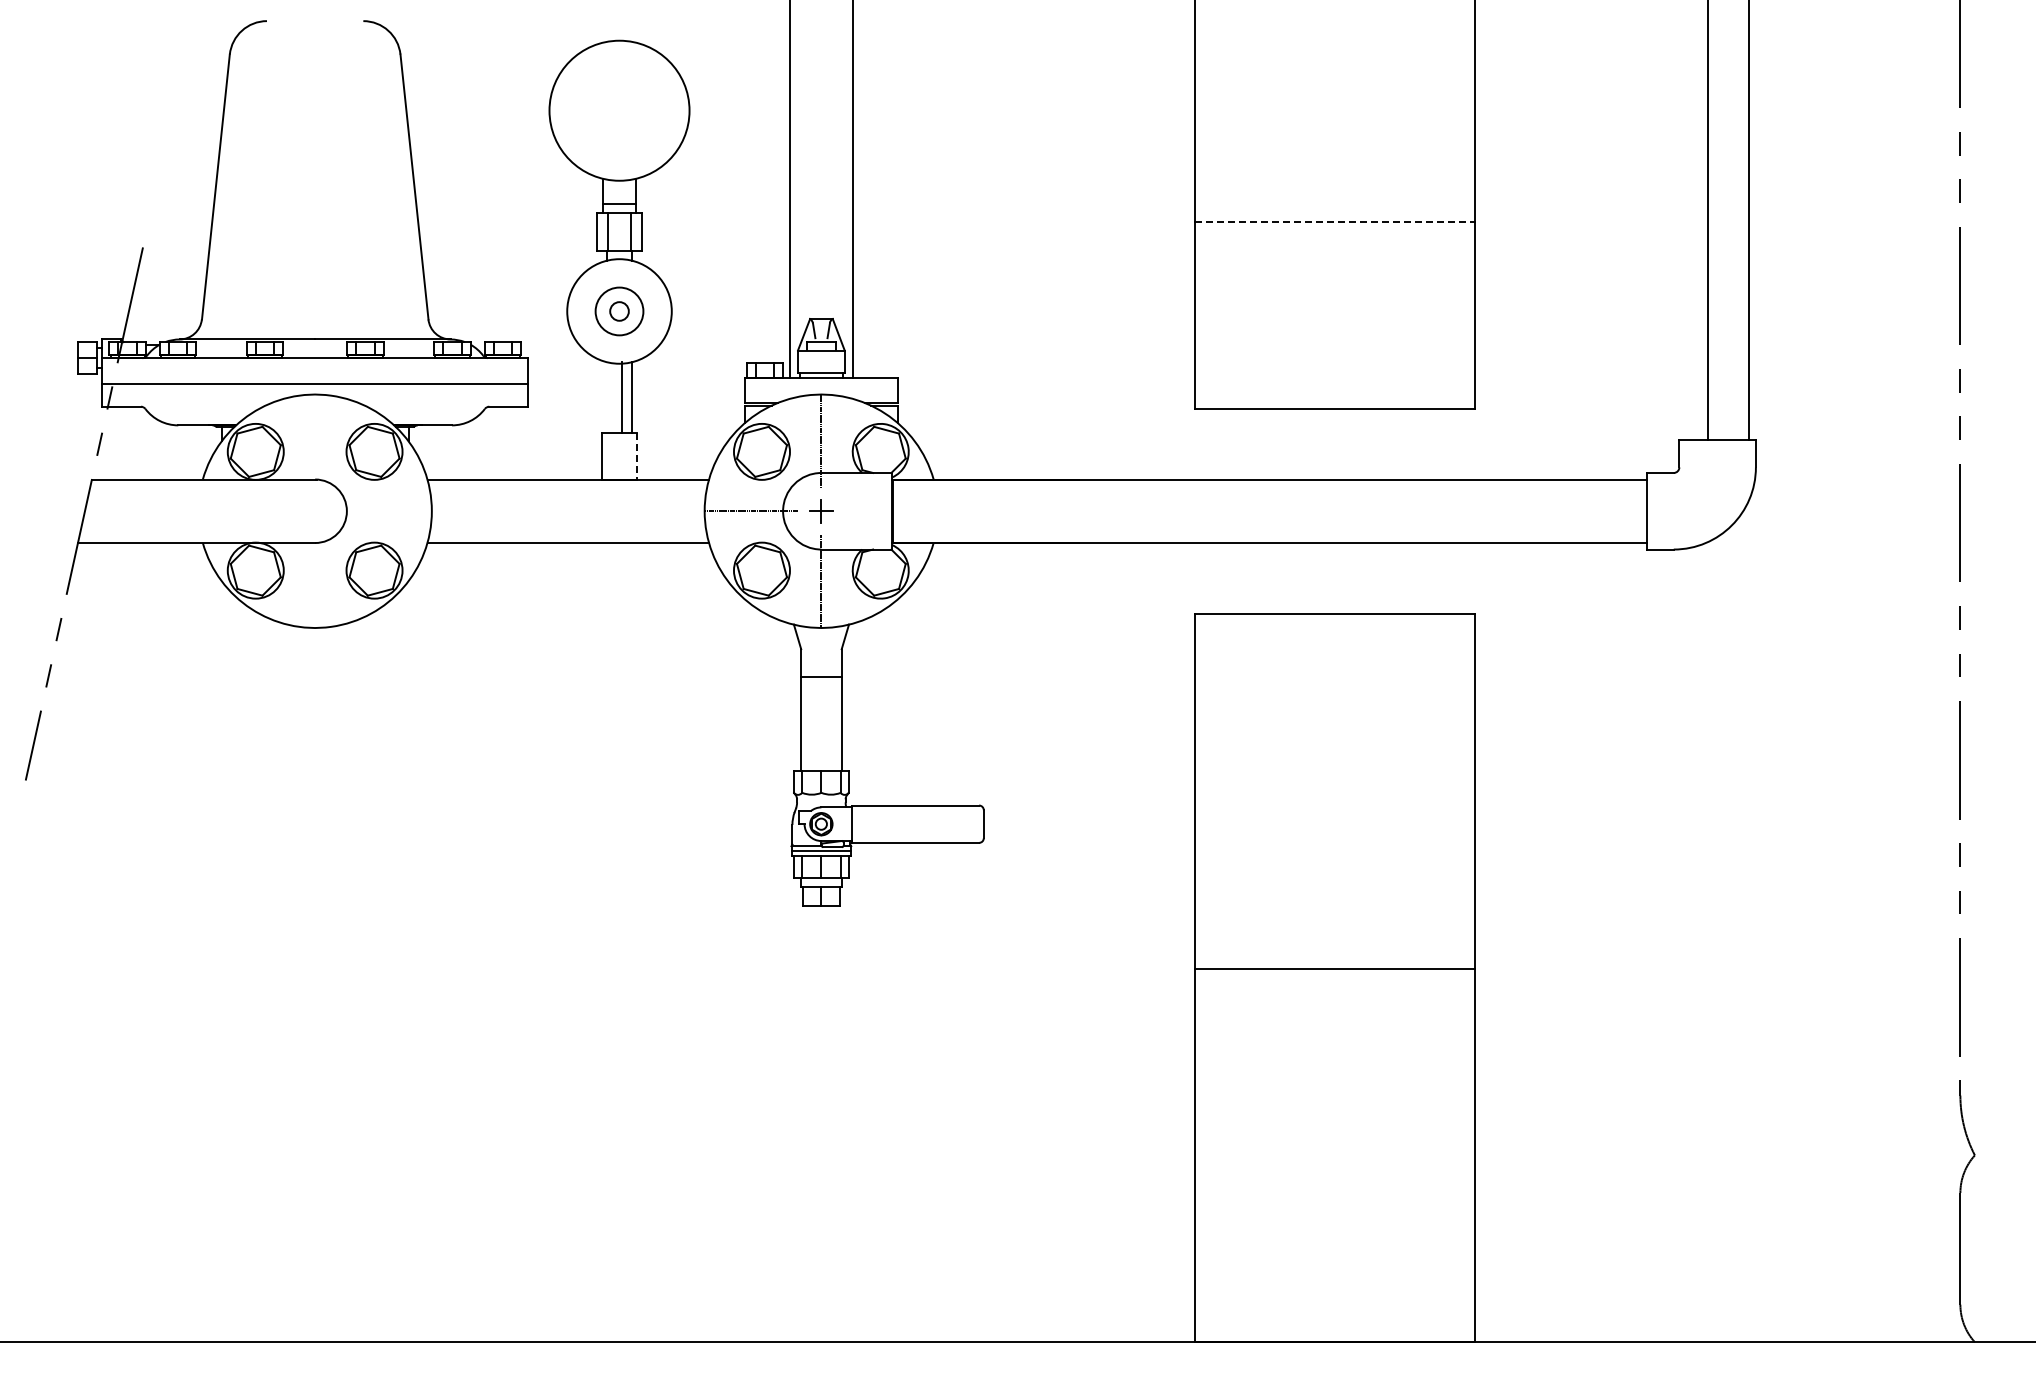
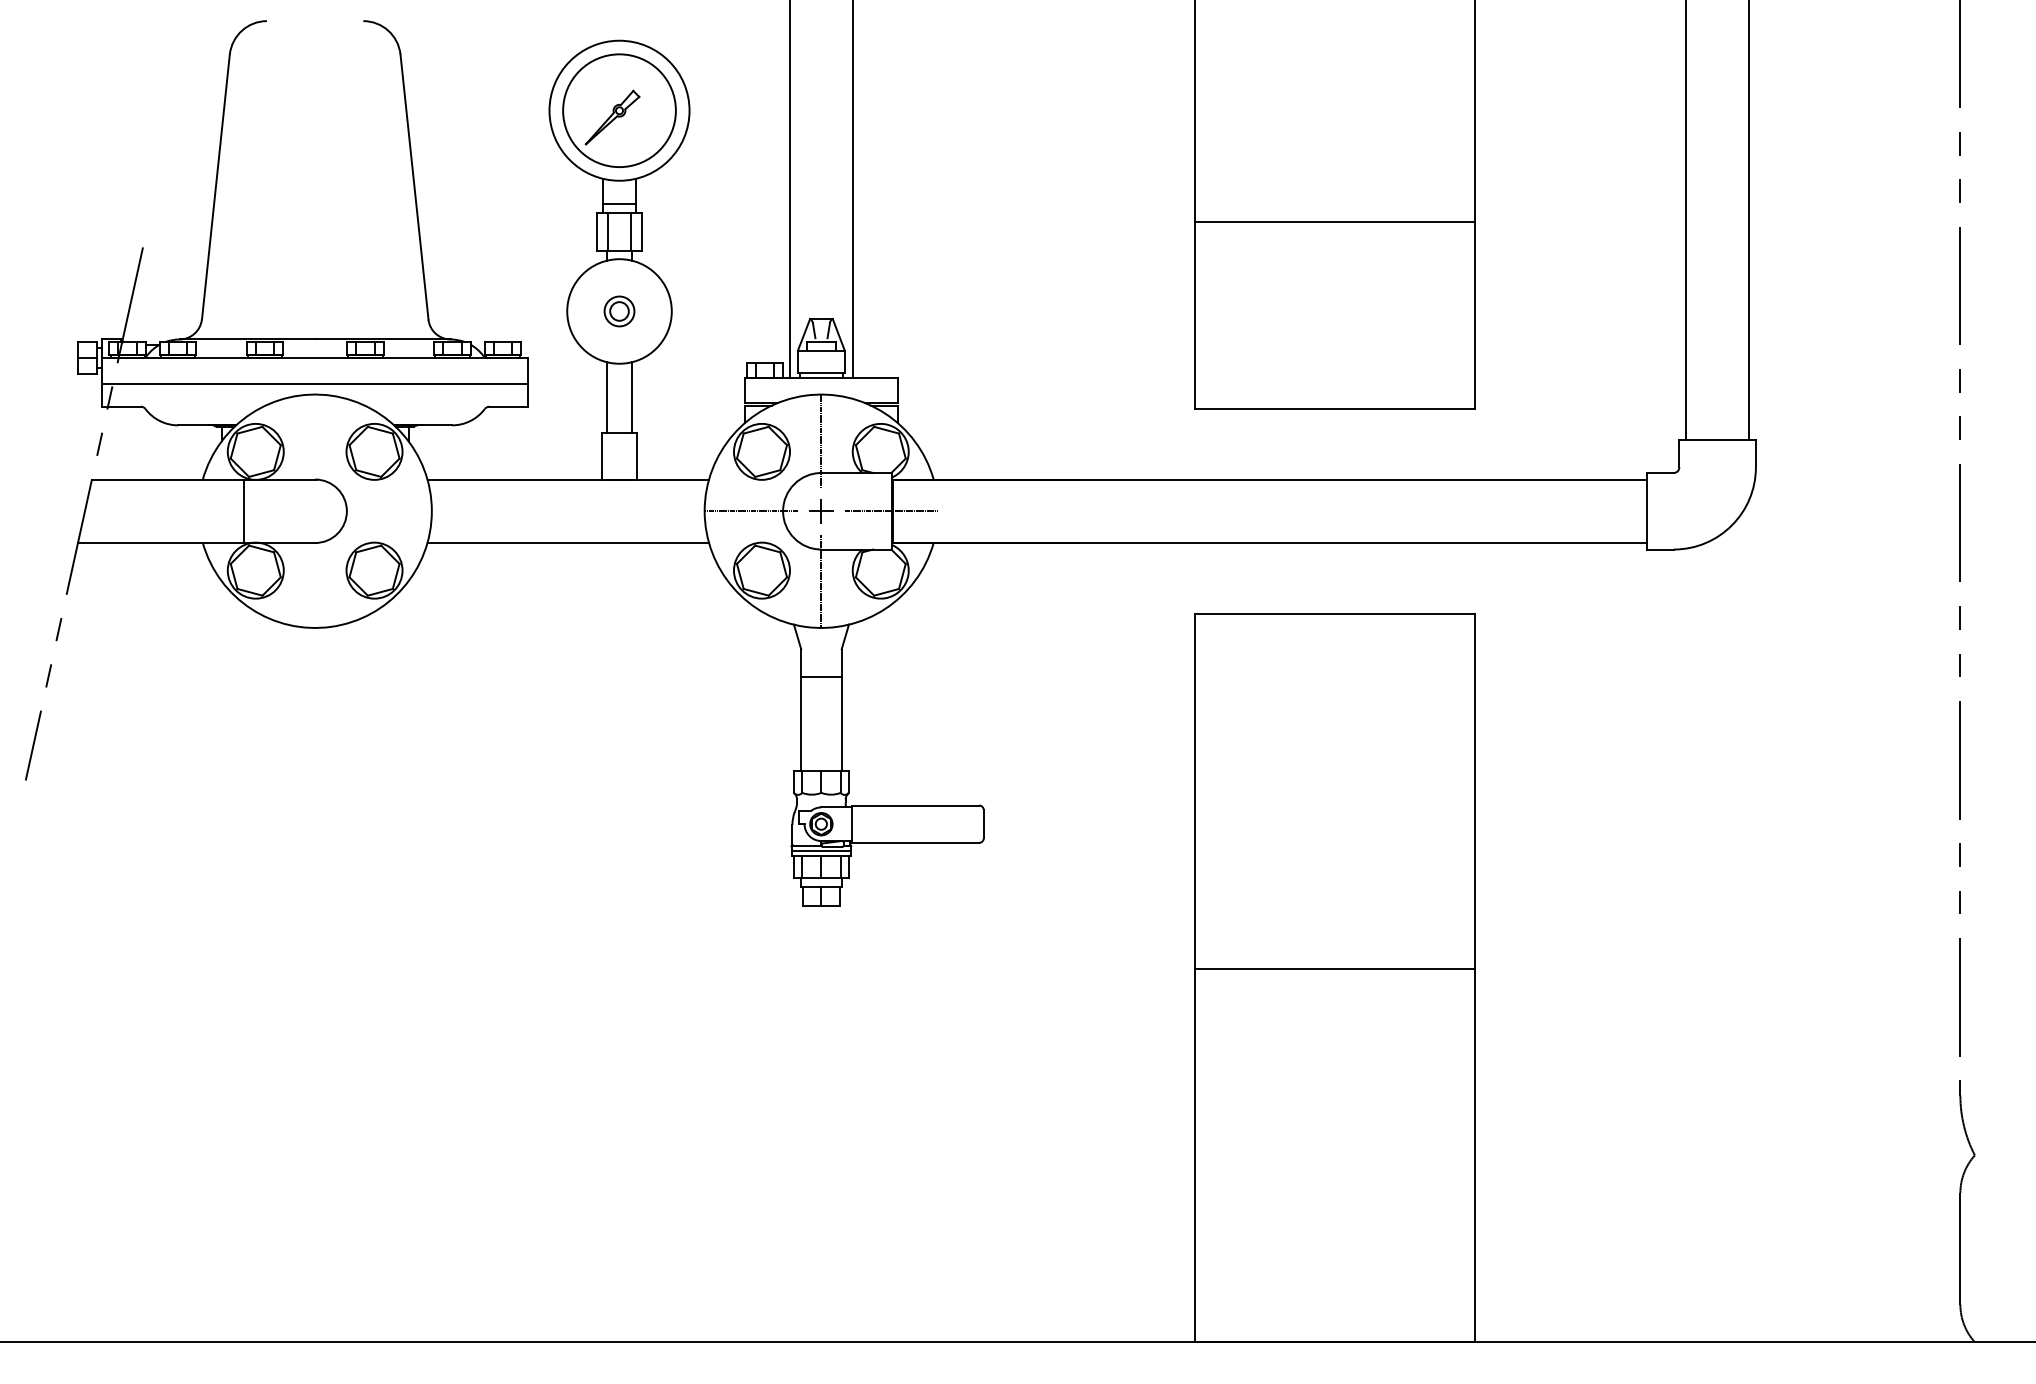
part at (619, 110): none -> present
line at (1335, 221): dashed -> solid
line at (1707, 221) position: (1707, 221) -> (1685, 221)
circle at (619, 311) diameter: 48 px -> 30 px
line at (621, 397) position: (621, 397) -> (606, 397)
line at (637, 456): dashed -> solid
line at (244, 511): none -> present
line at (891, 511): none -> present
